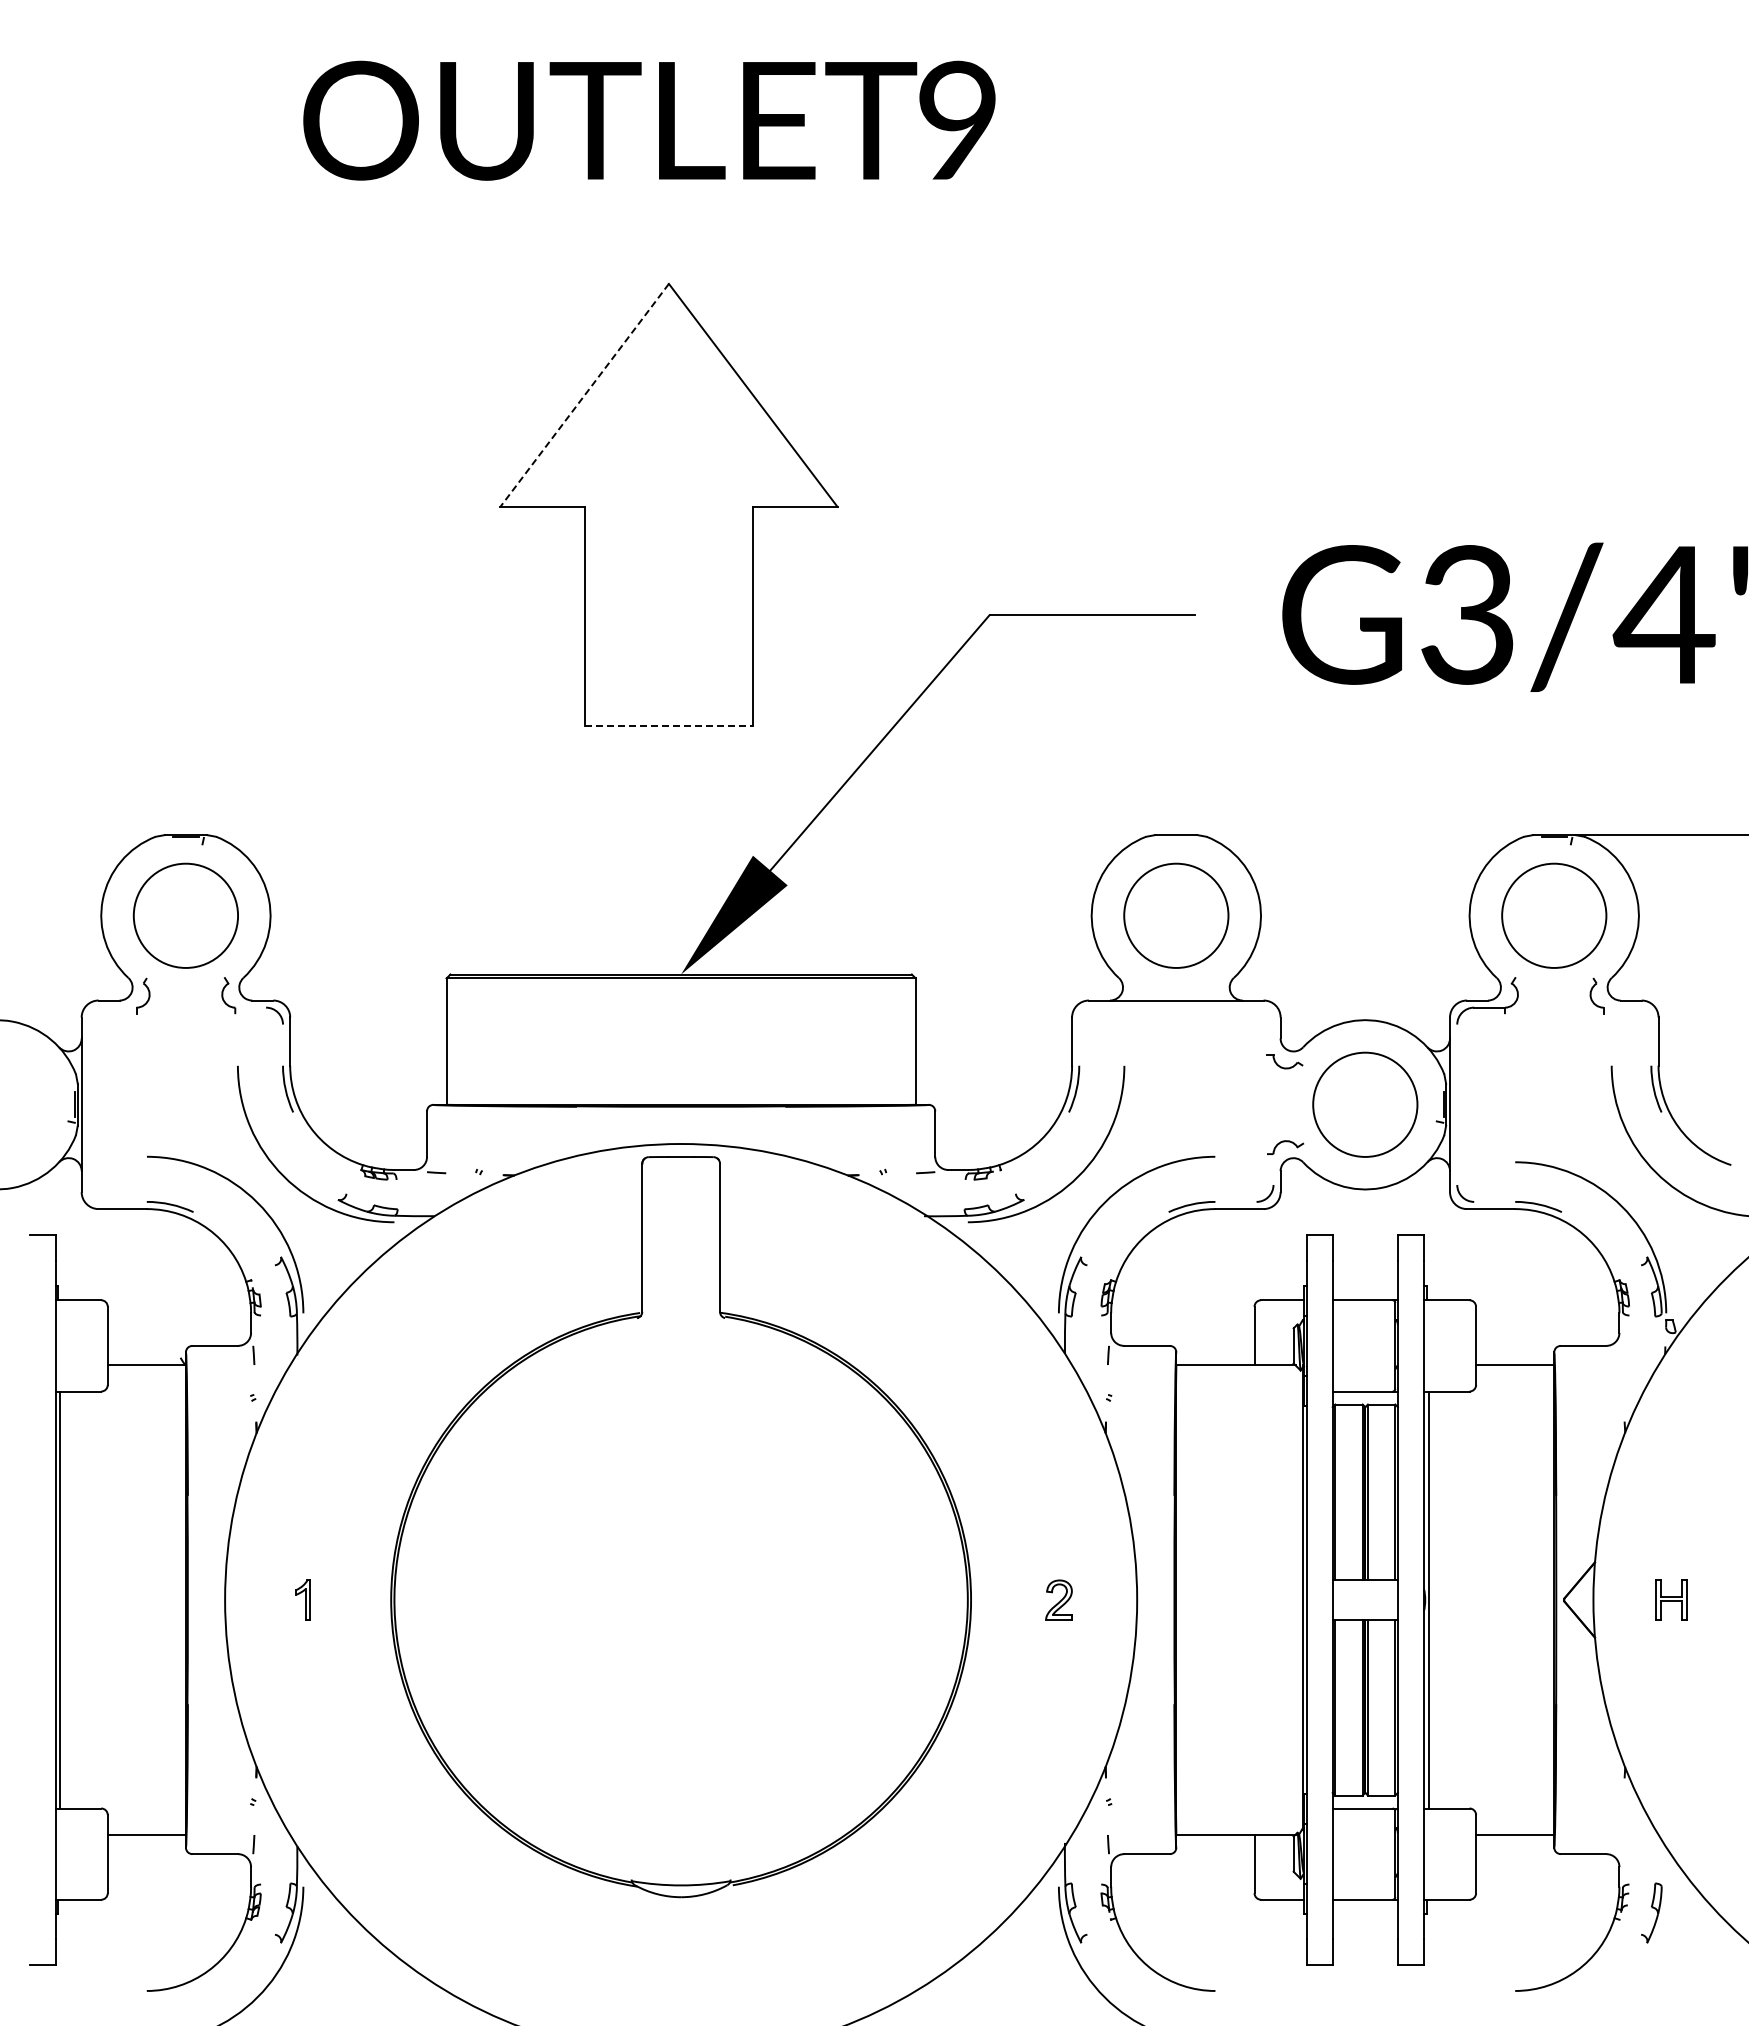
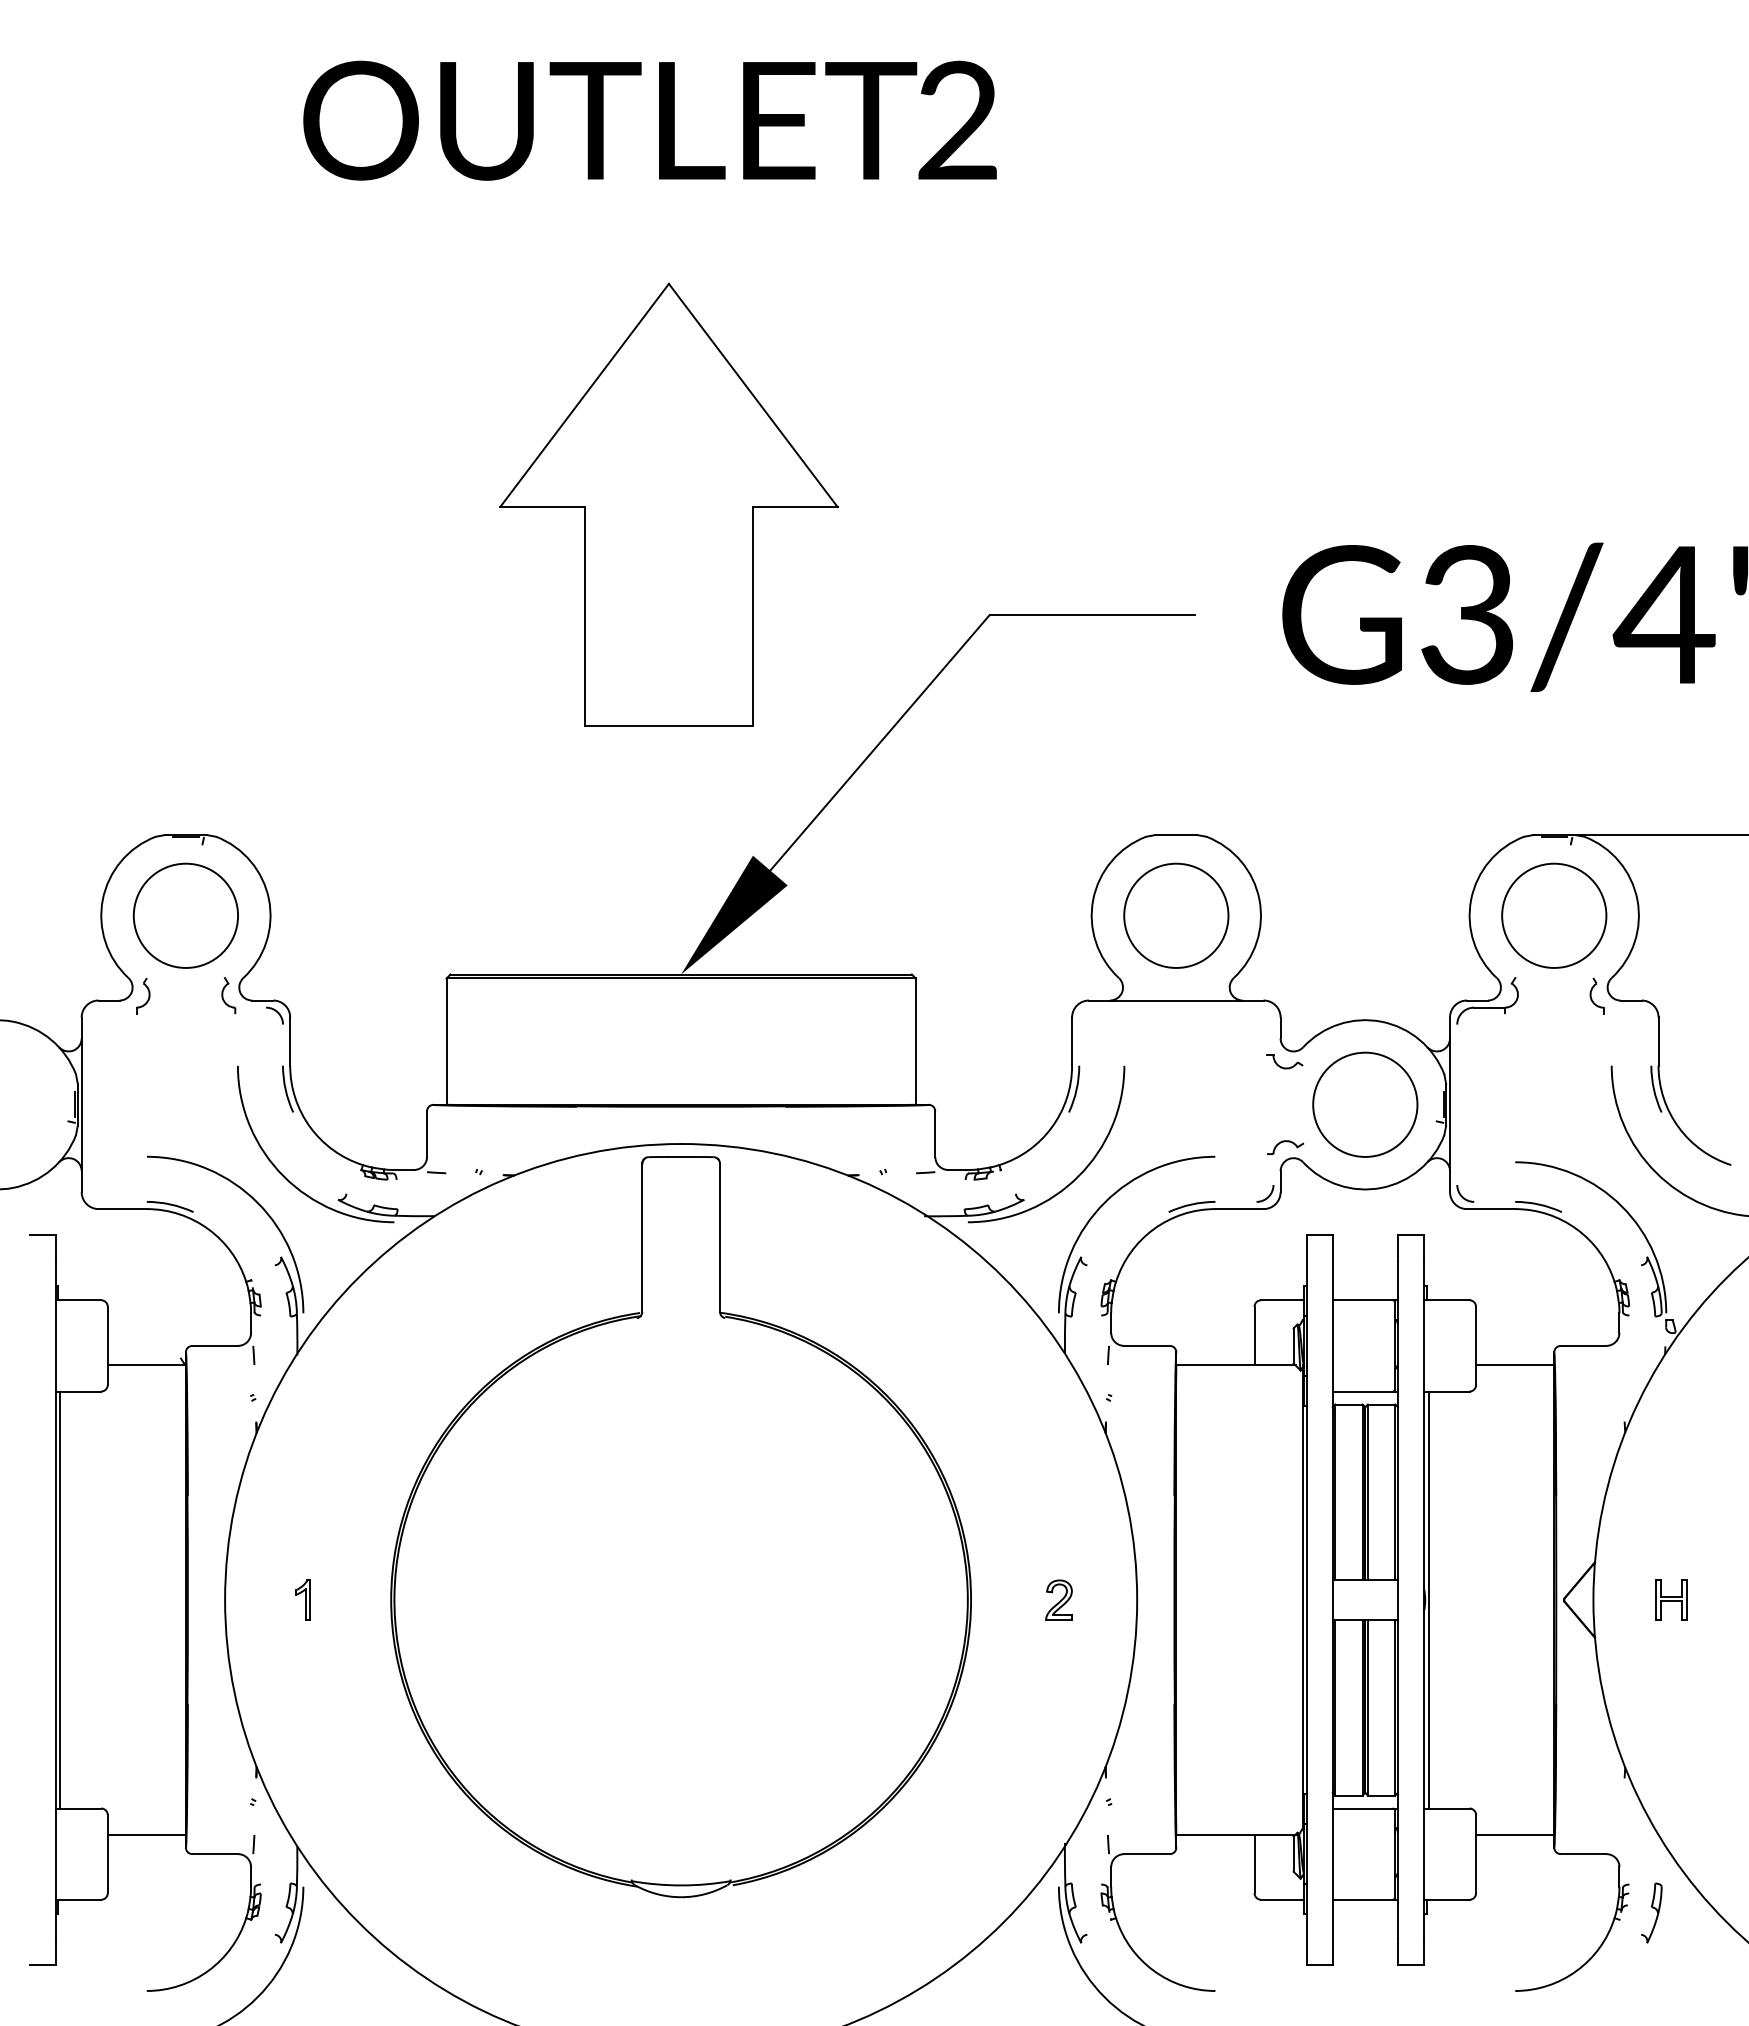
text at (957, 120): 9 -> 2
line at (584, 395): dashed -> solid
line at (669, 726): dashed -> solid
